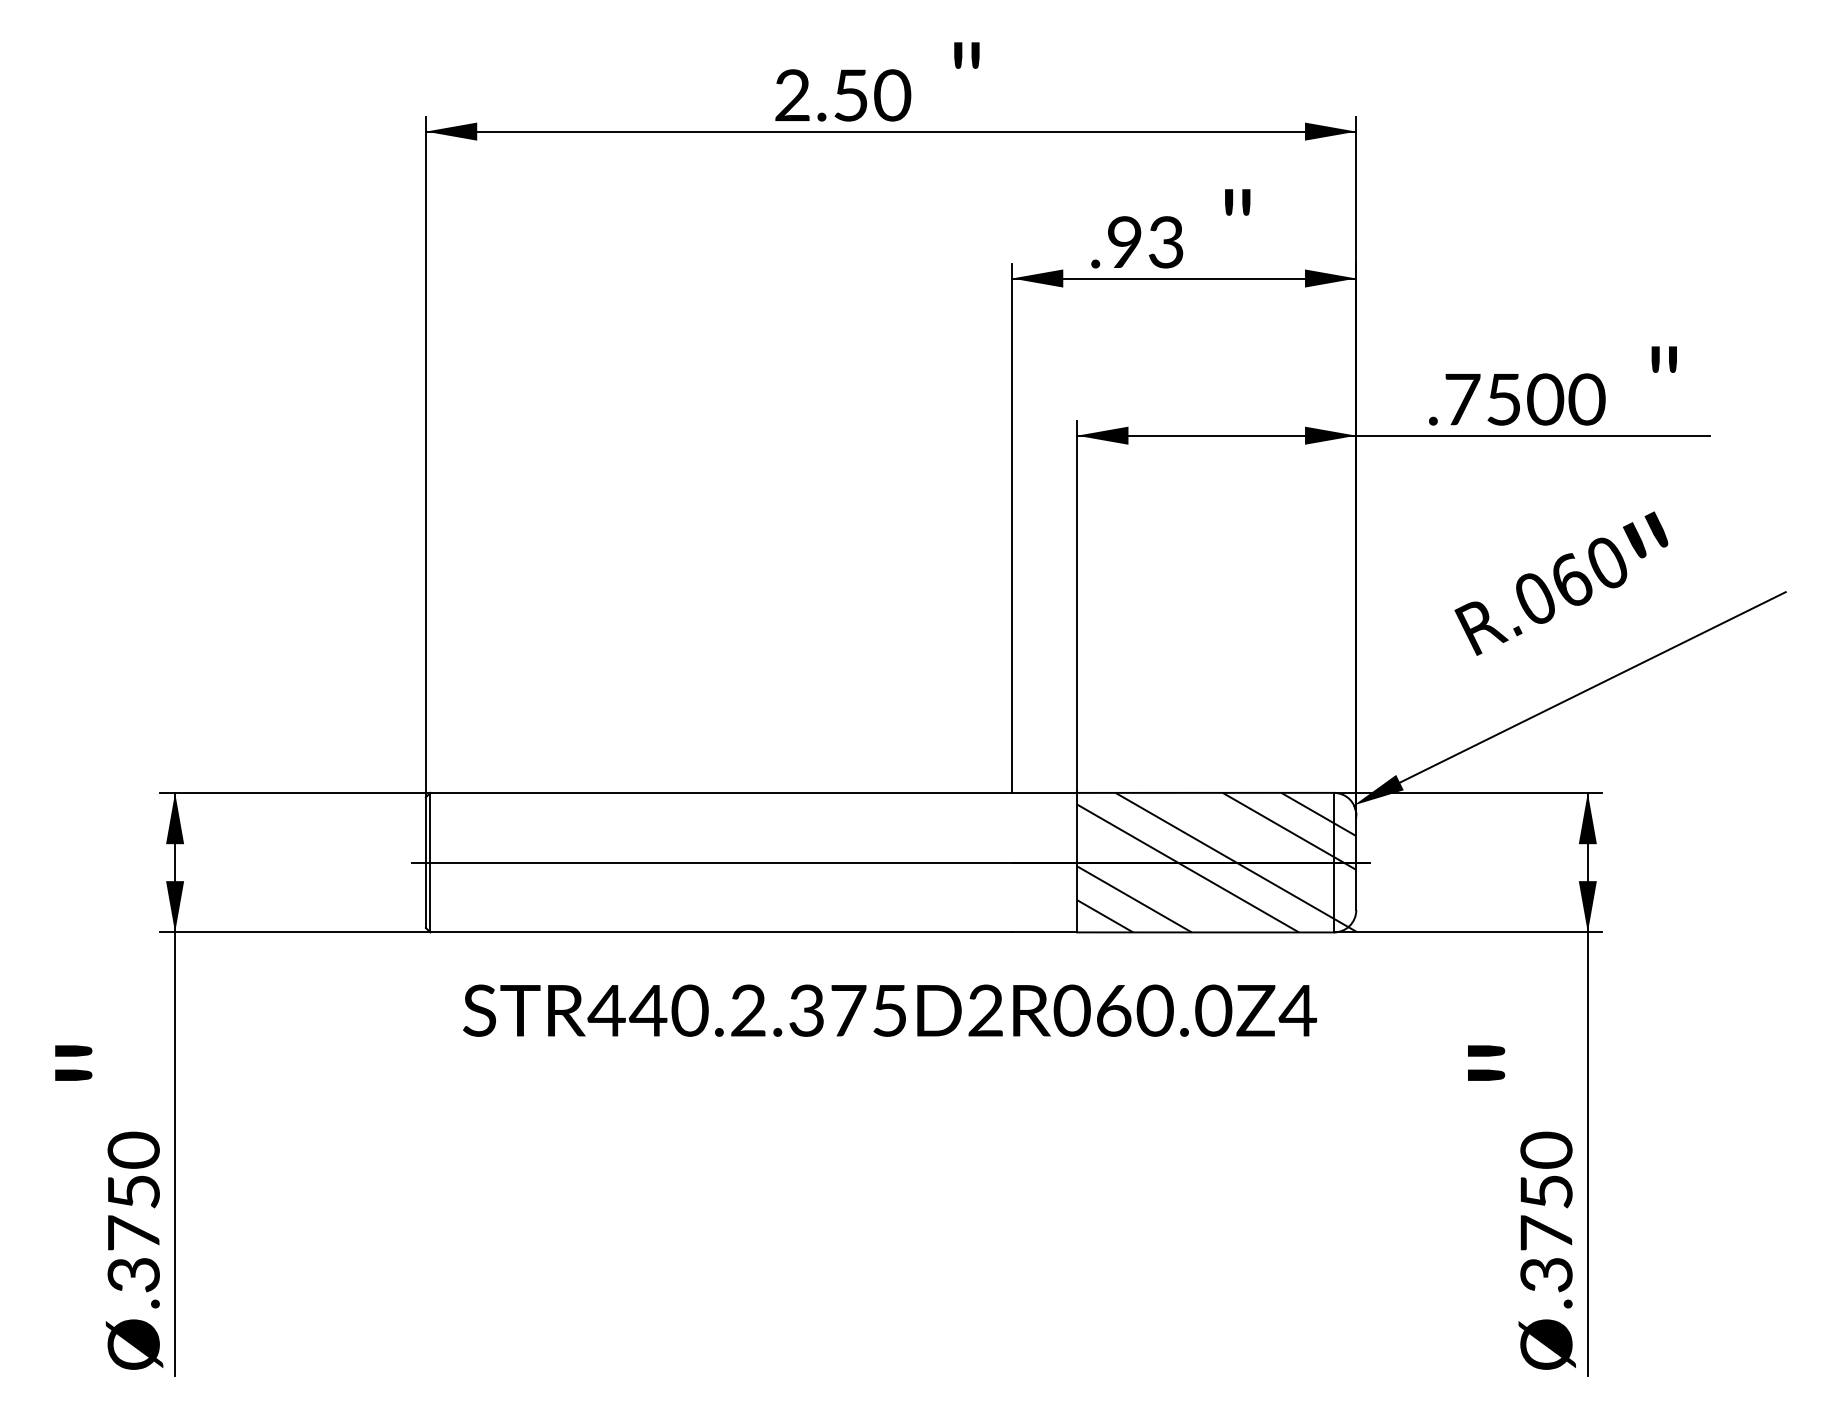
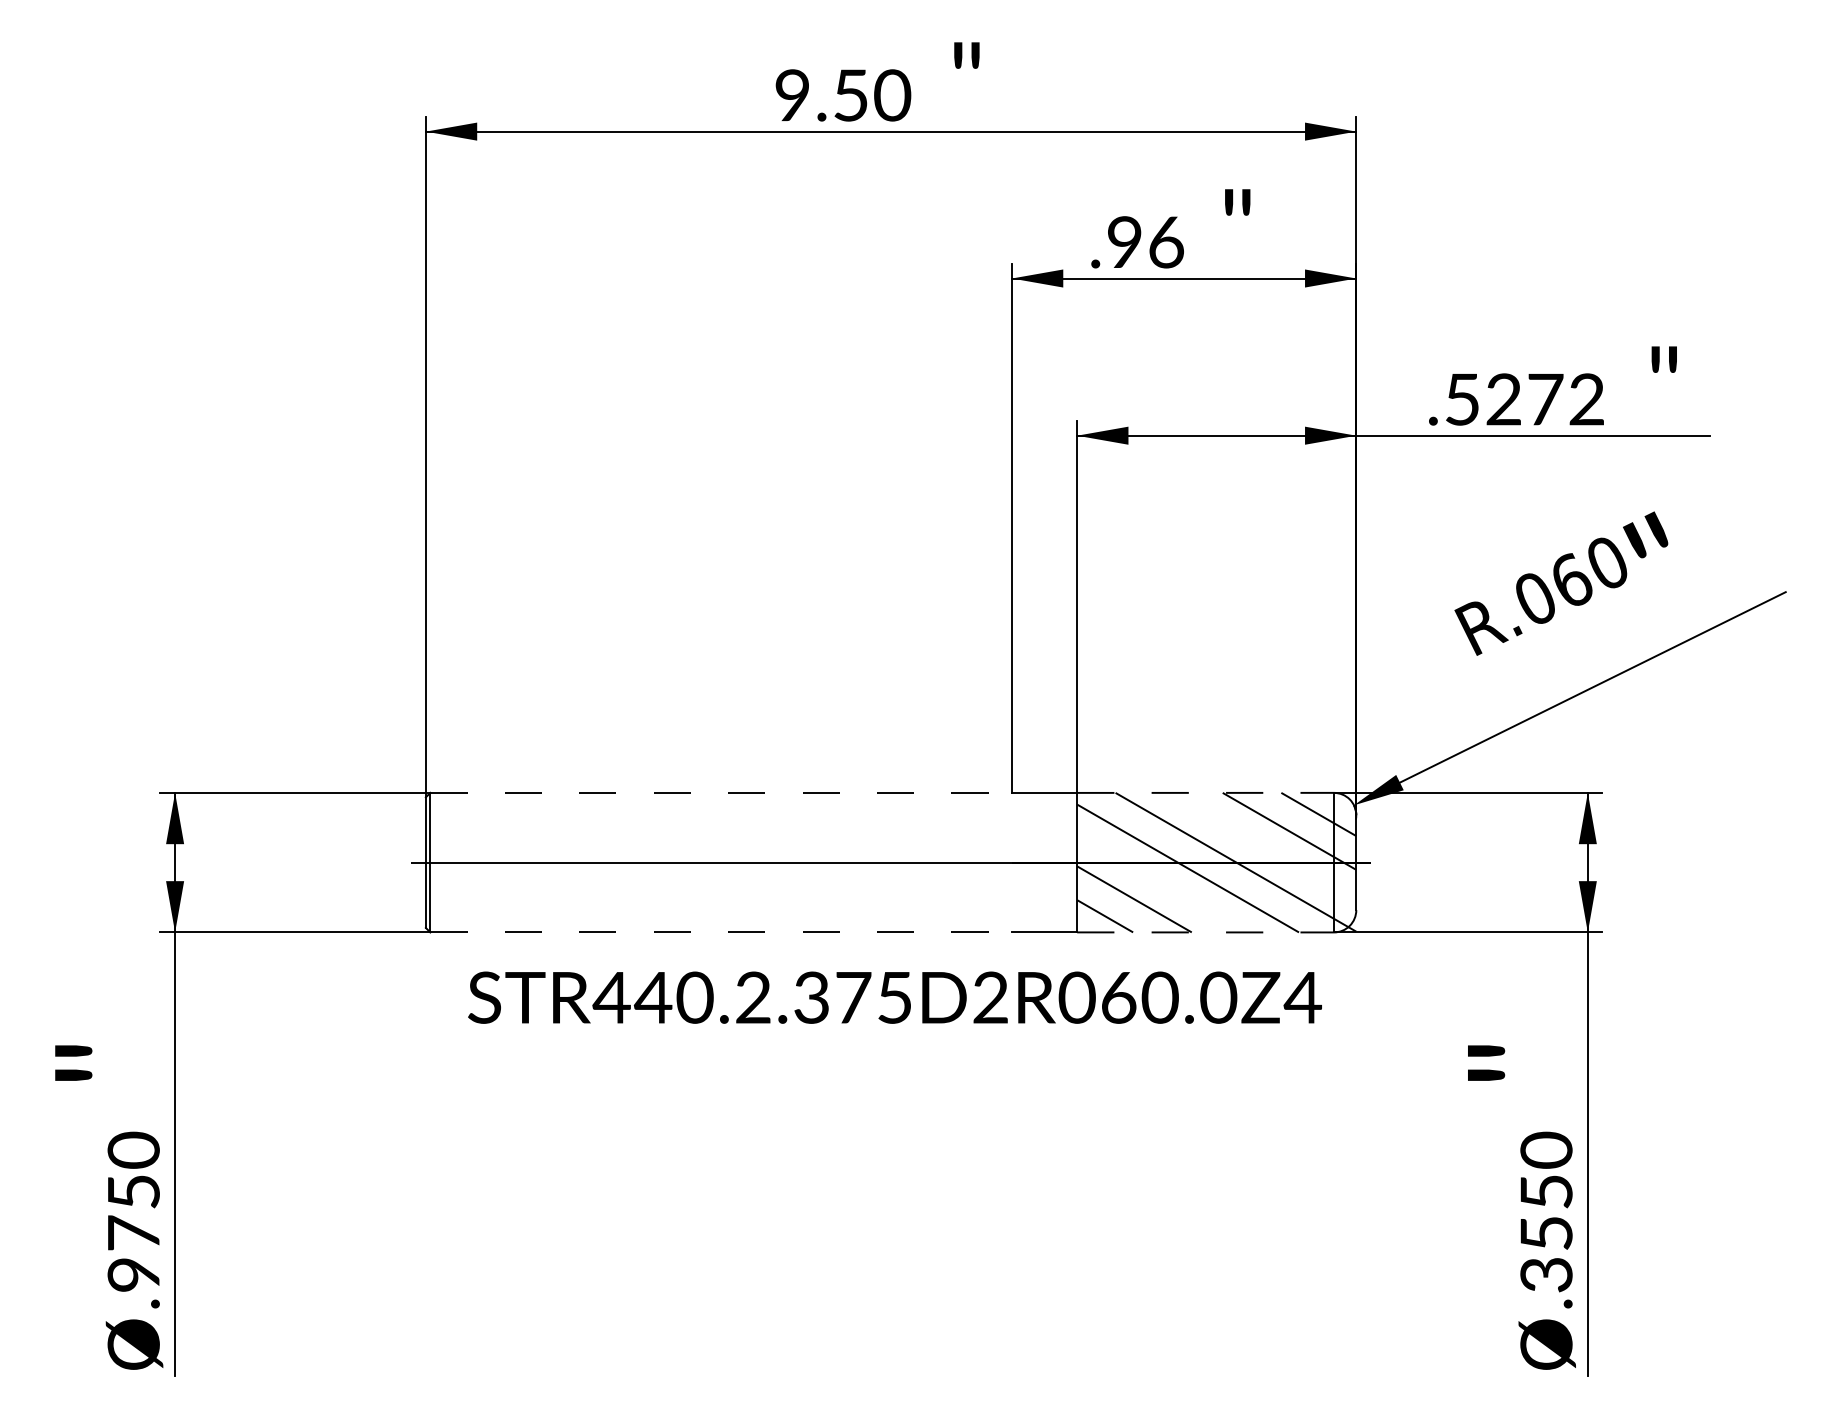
text at (792, 95): 2.50 -> 9.50
text at (1166, 242): .93 -> .96
text at (1525, 399): .7500 -> .5272
line at (721, 792): solid -> dashed
line at (1206, 792): solid -> dashed
line at (721, 932): solid -> dashed
line at (1206, 932): solid -> dashed
text at (889, 1010) position: (889, 1010) -> (894, 997)
text at (1546, 1232): .3750 -> .3550
text at (133, 1275): .3750 -> .9750
